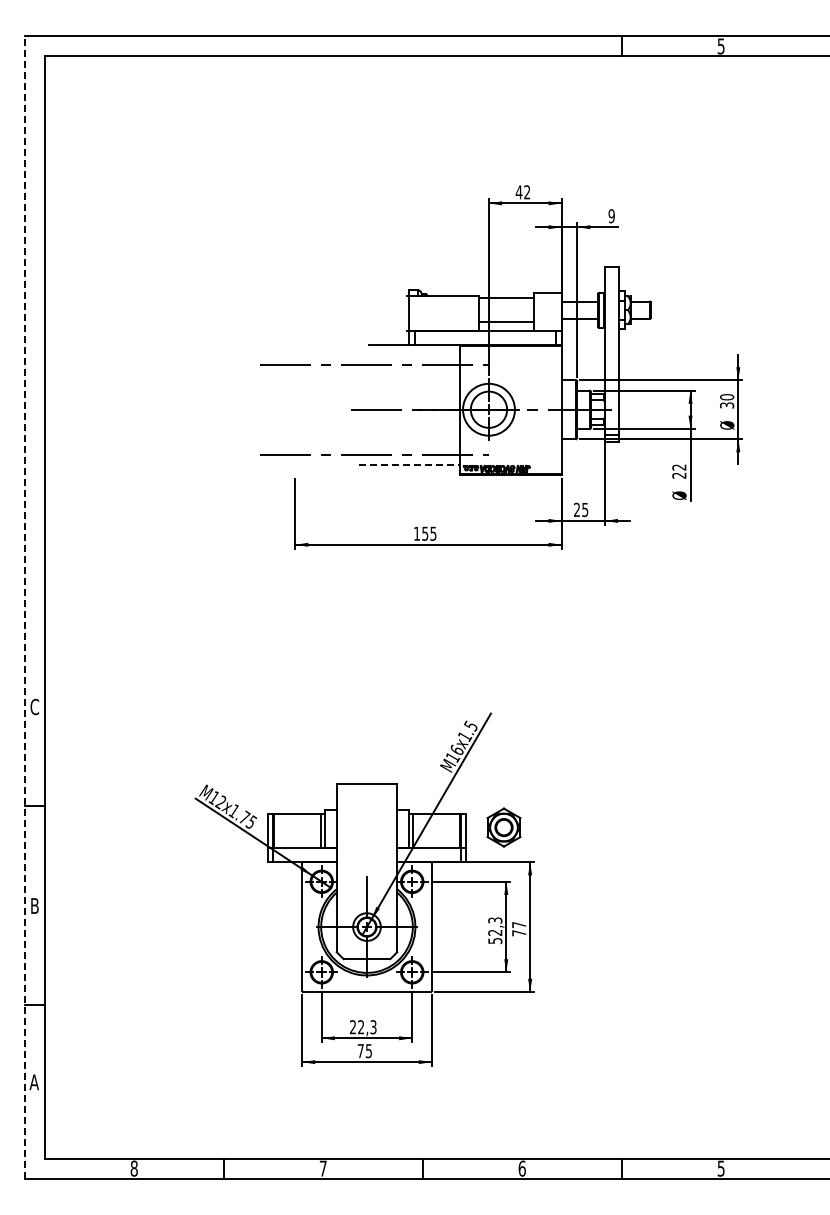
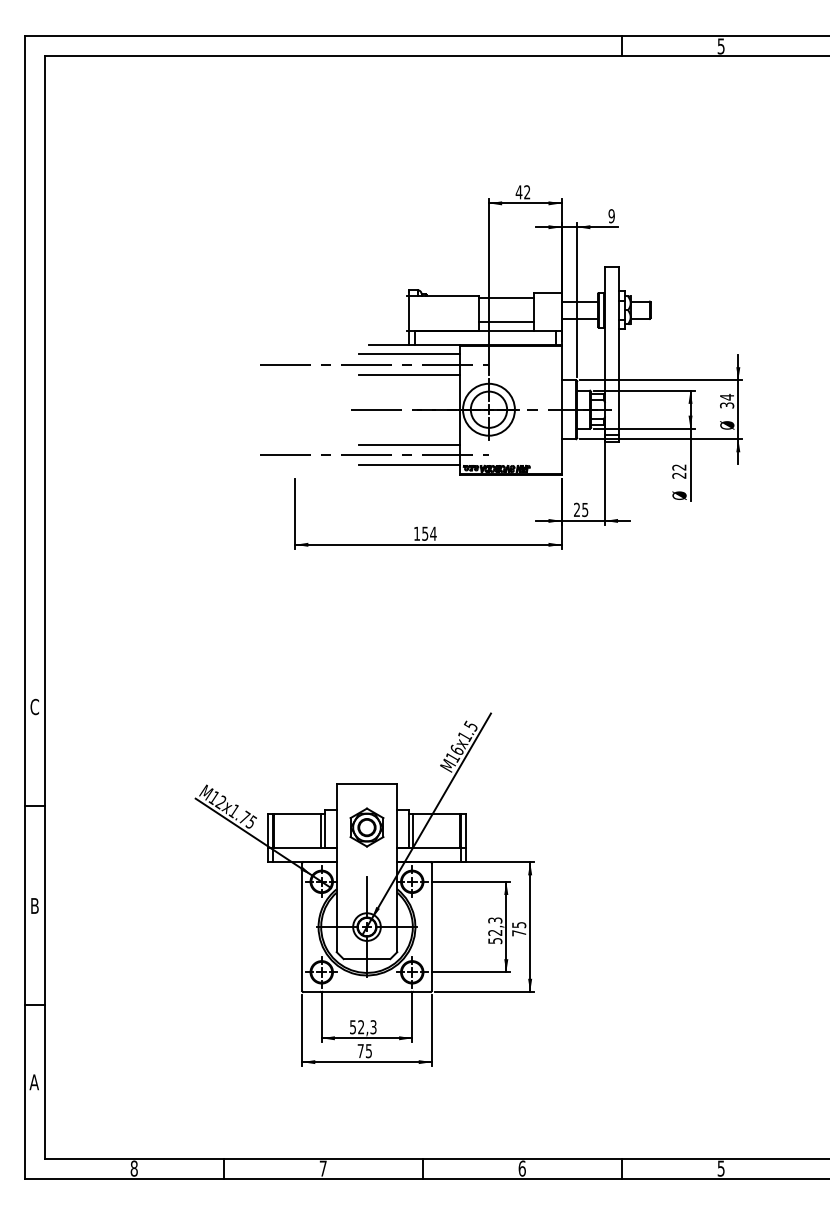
line at (409, 354): none -> present
line at (409, 374): none -> present
text at (727, 396): 30 -> 34
line at (409, 444): none -> present
line at (409, 465): dashed -> solid
text at (433, 533): 155 -> 154
line at (25, 607): dashed -> solid
part at (503, 827) position: (503, 827) -> (366, 827)
text at (519, 925): 77 -> 75
text at (352, 1027): 22,3 -> 52,3
